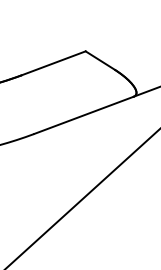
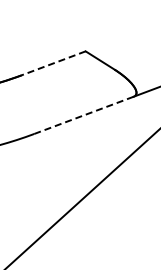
line at (53, 63): solid -> dashed
line at (84, 115): solid -> dashed
